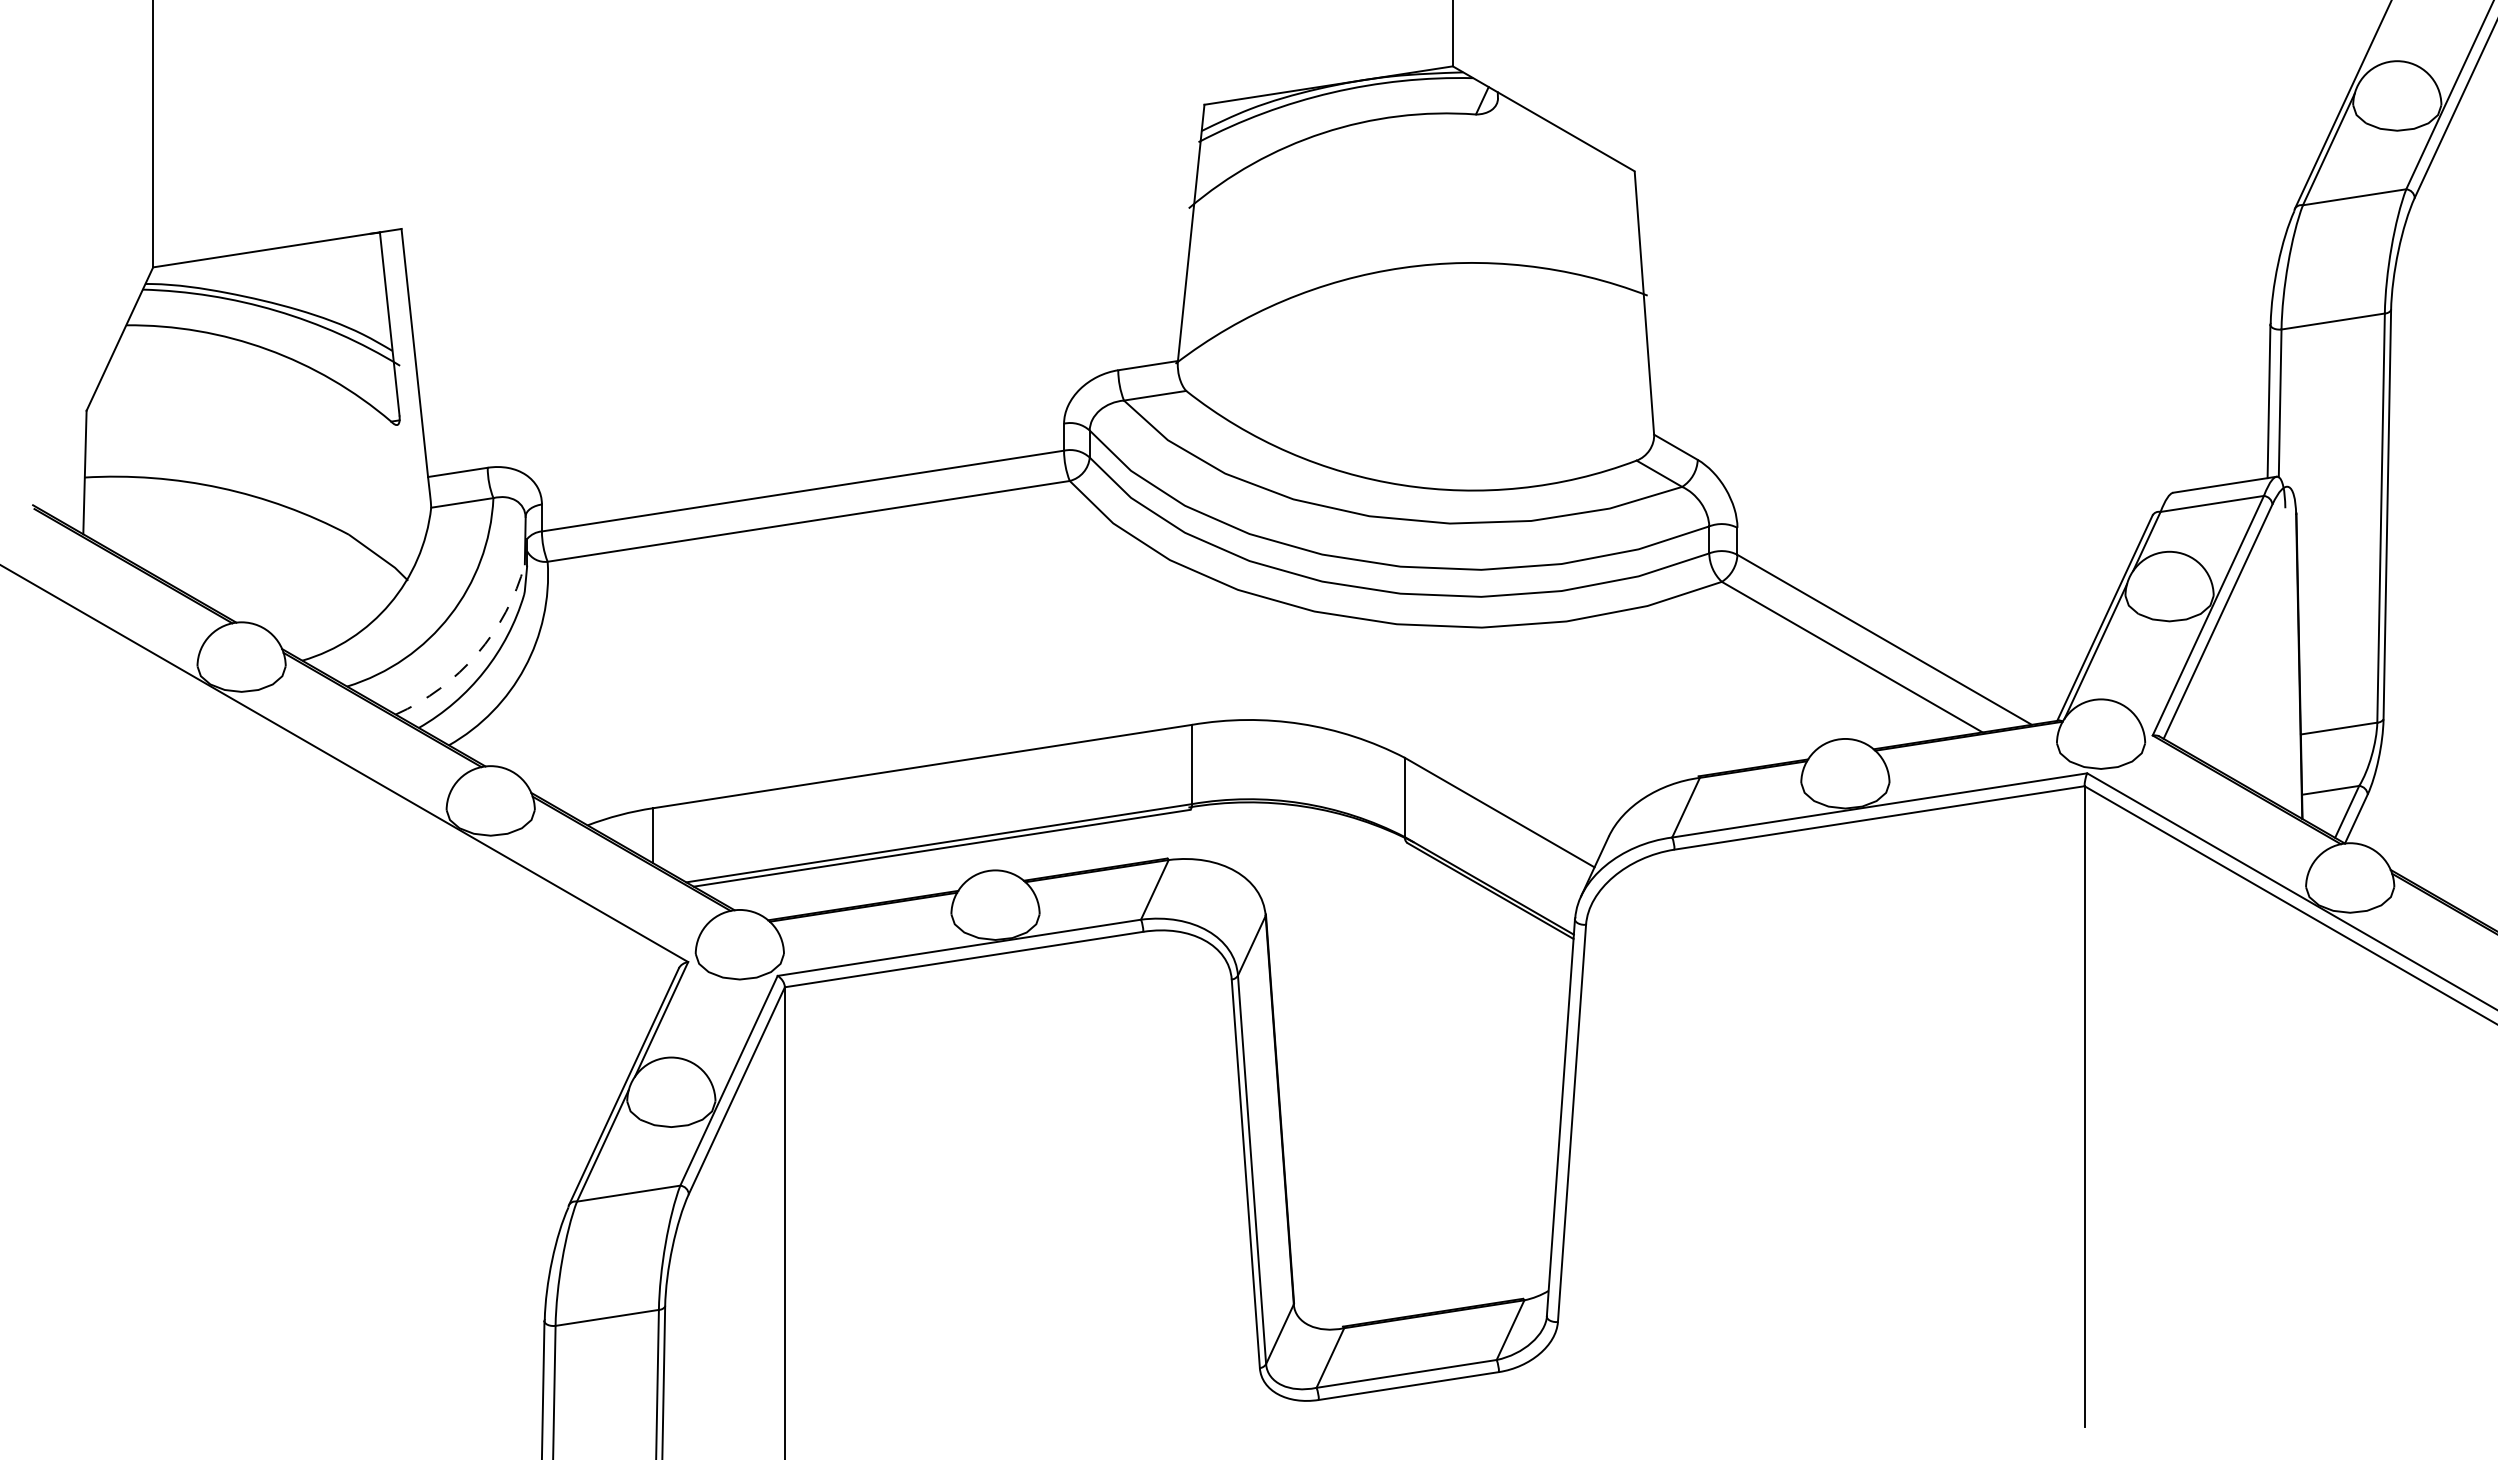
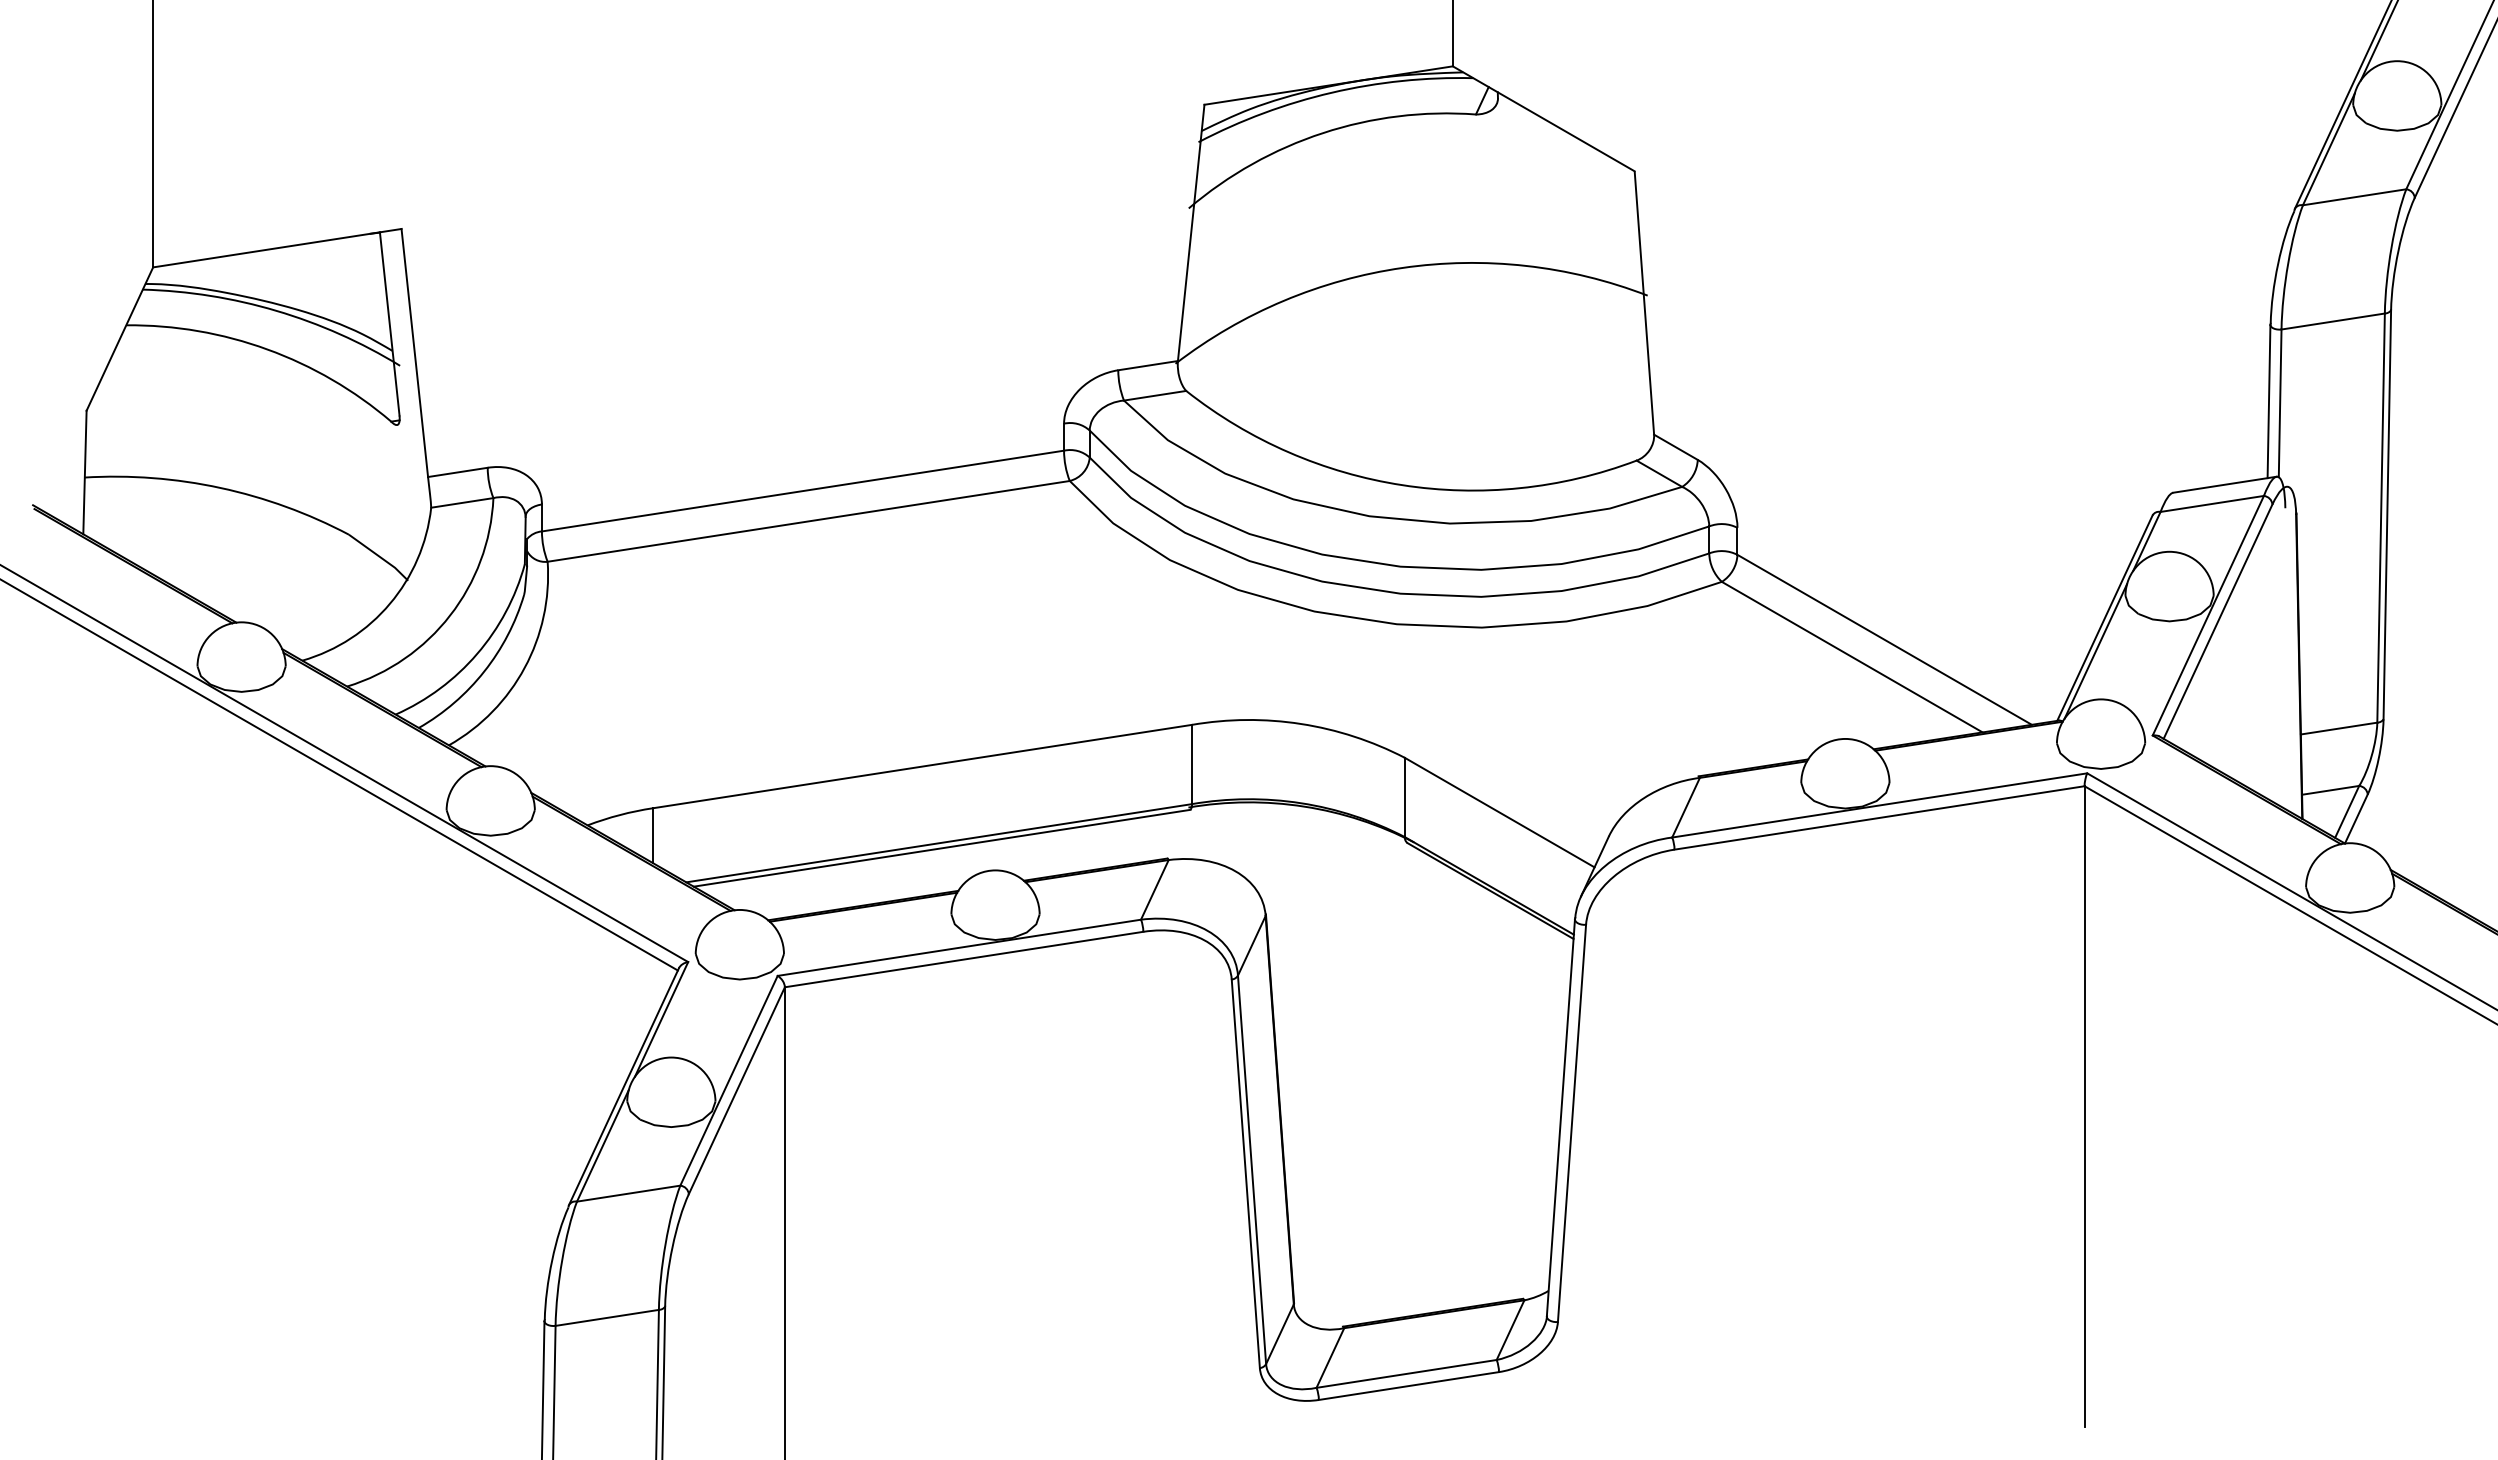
line at (2378, 41): none -> present
arc at (477, 653): dashed -> solid
line at (339, 775): none -> present
